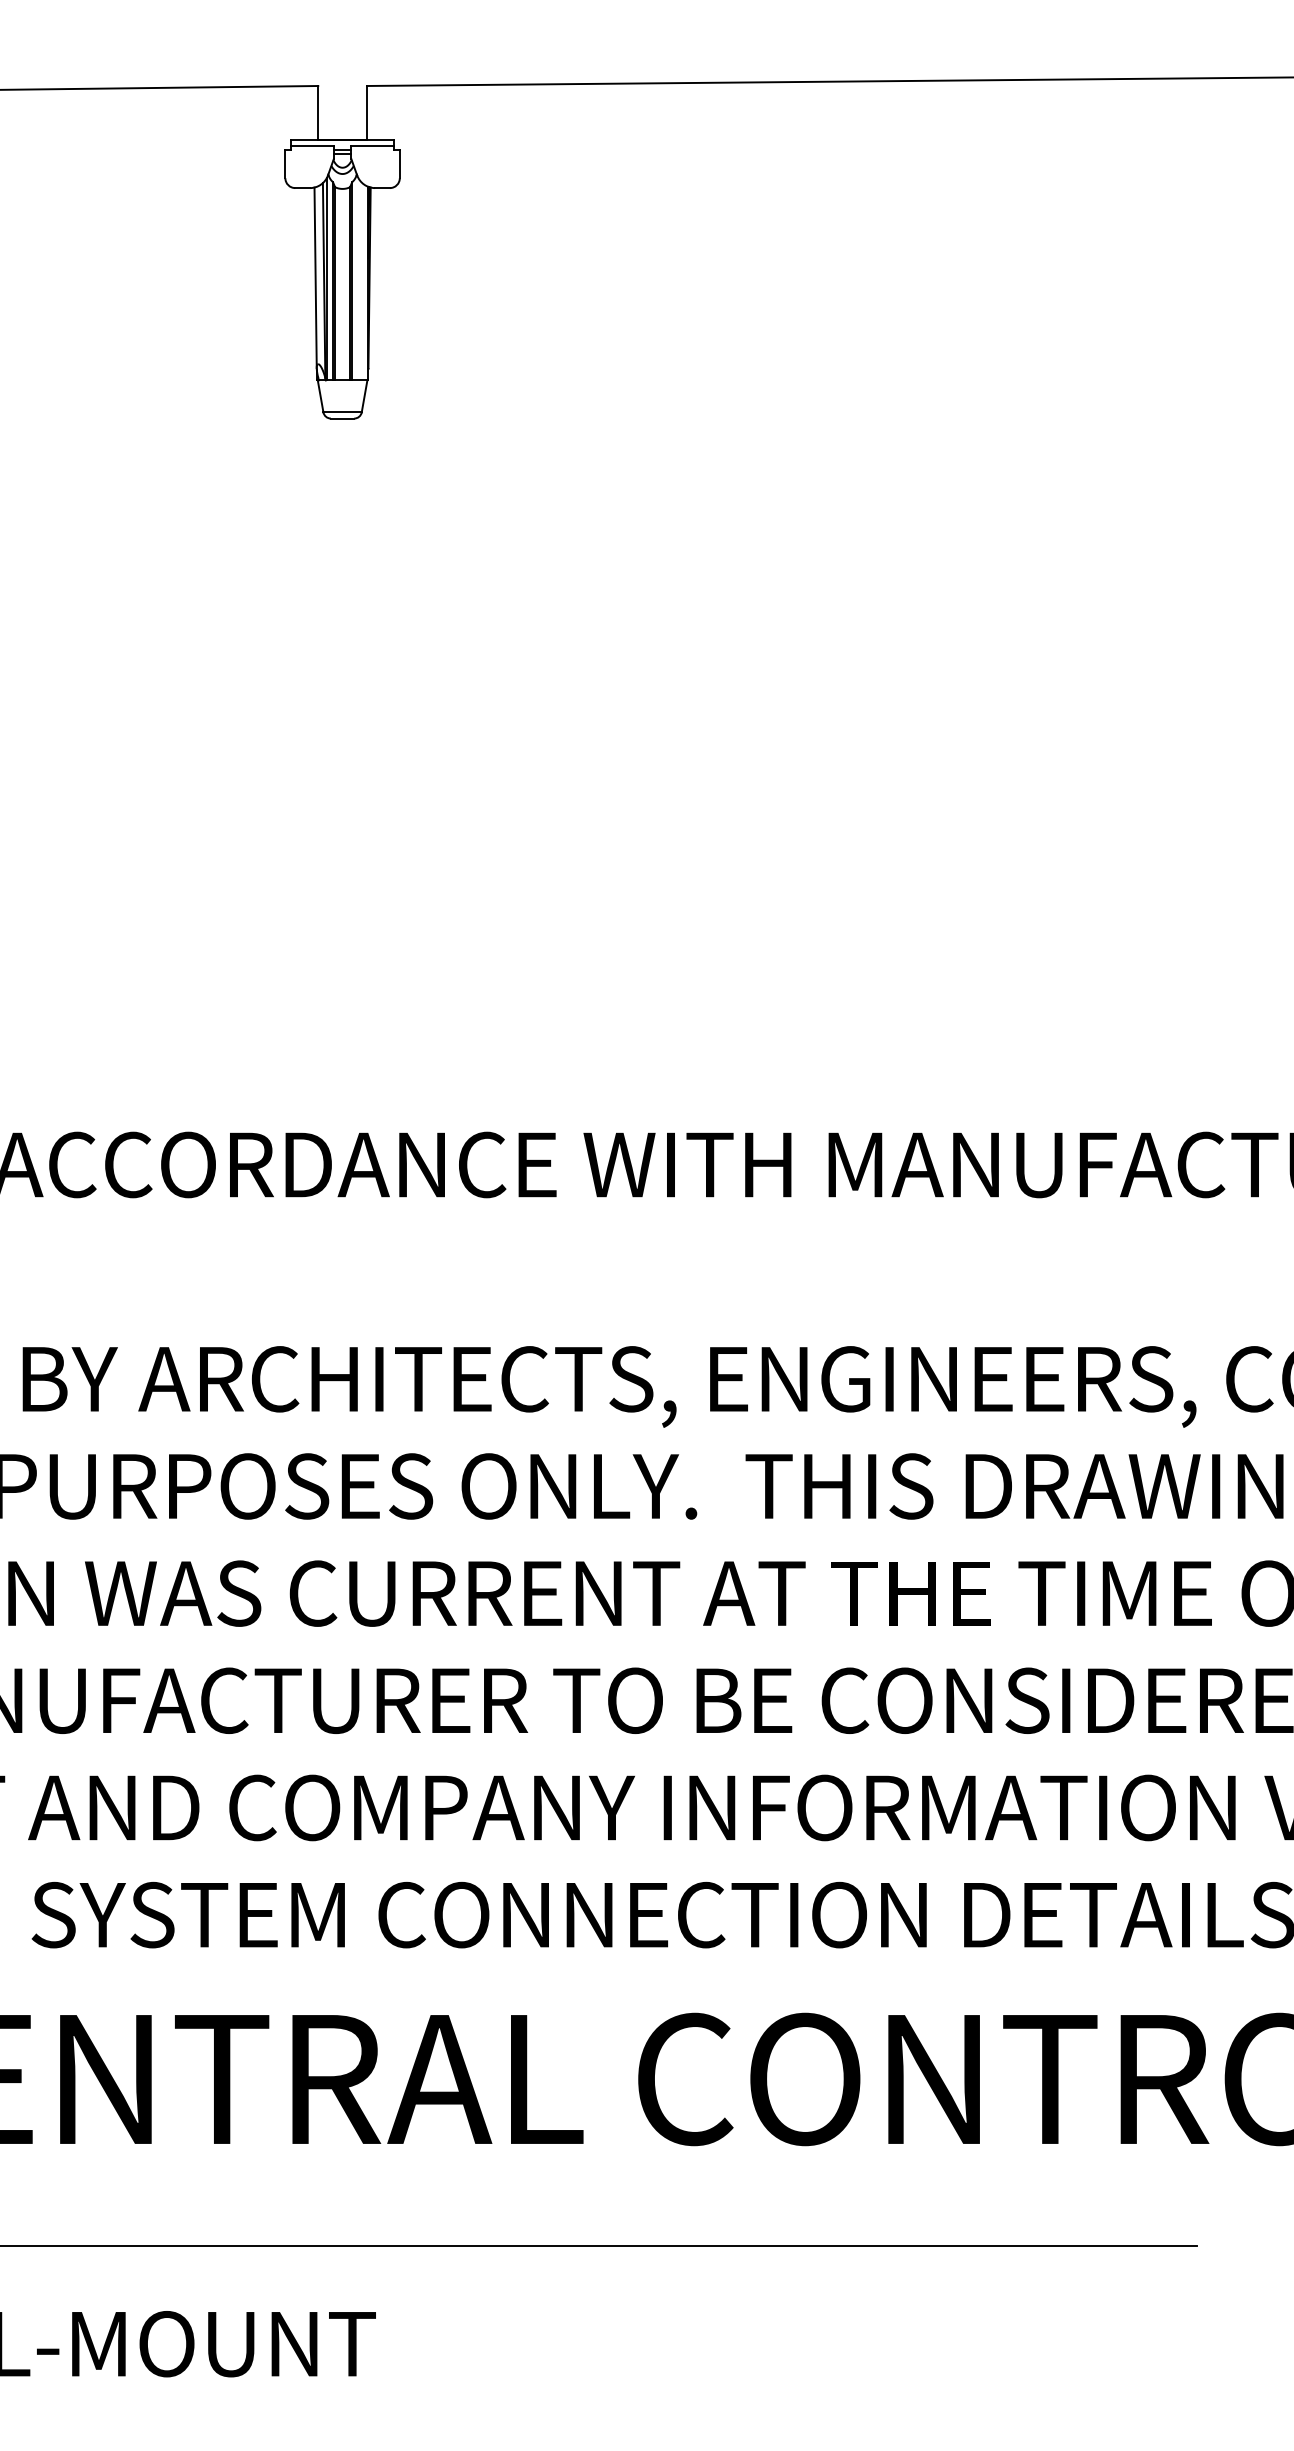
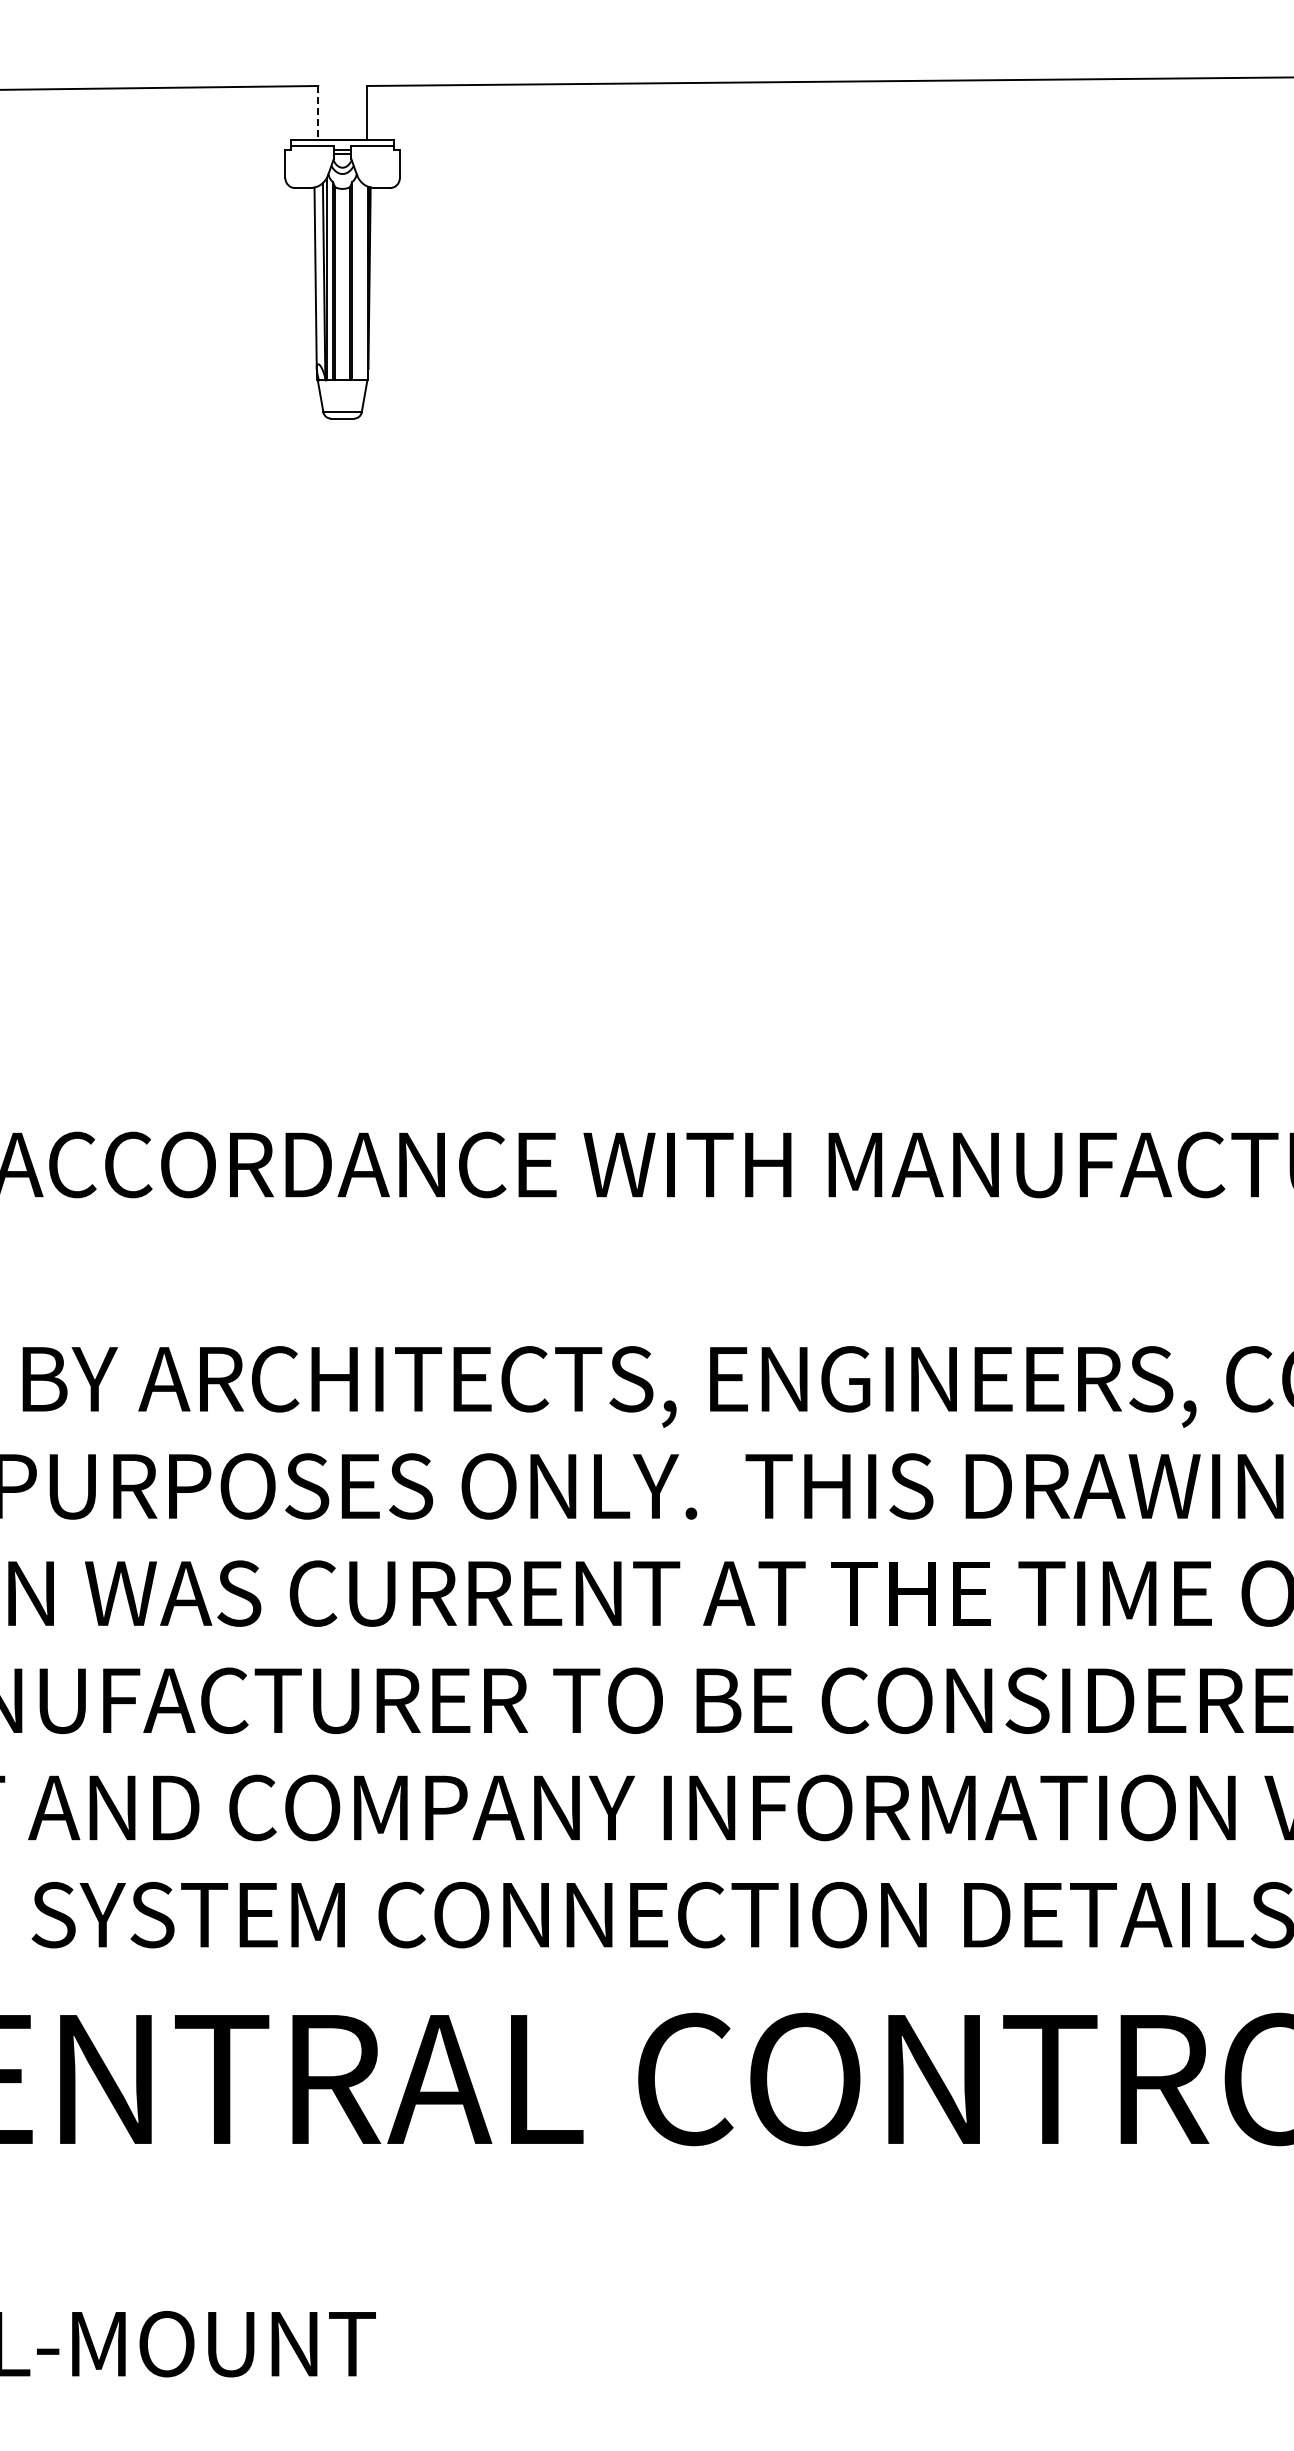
line at (318, 113): solid -> dashed
line at (599, 2245): present -> none
